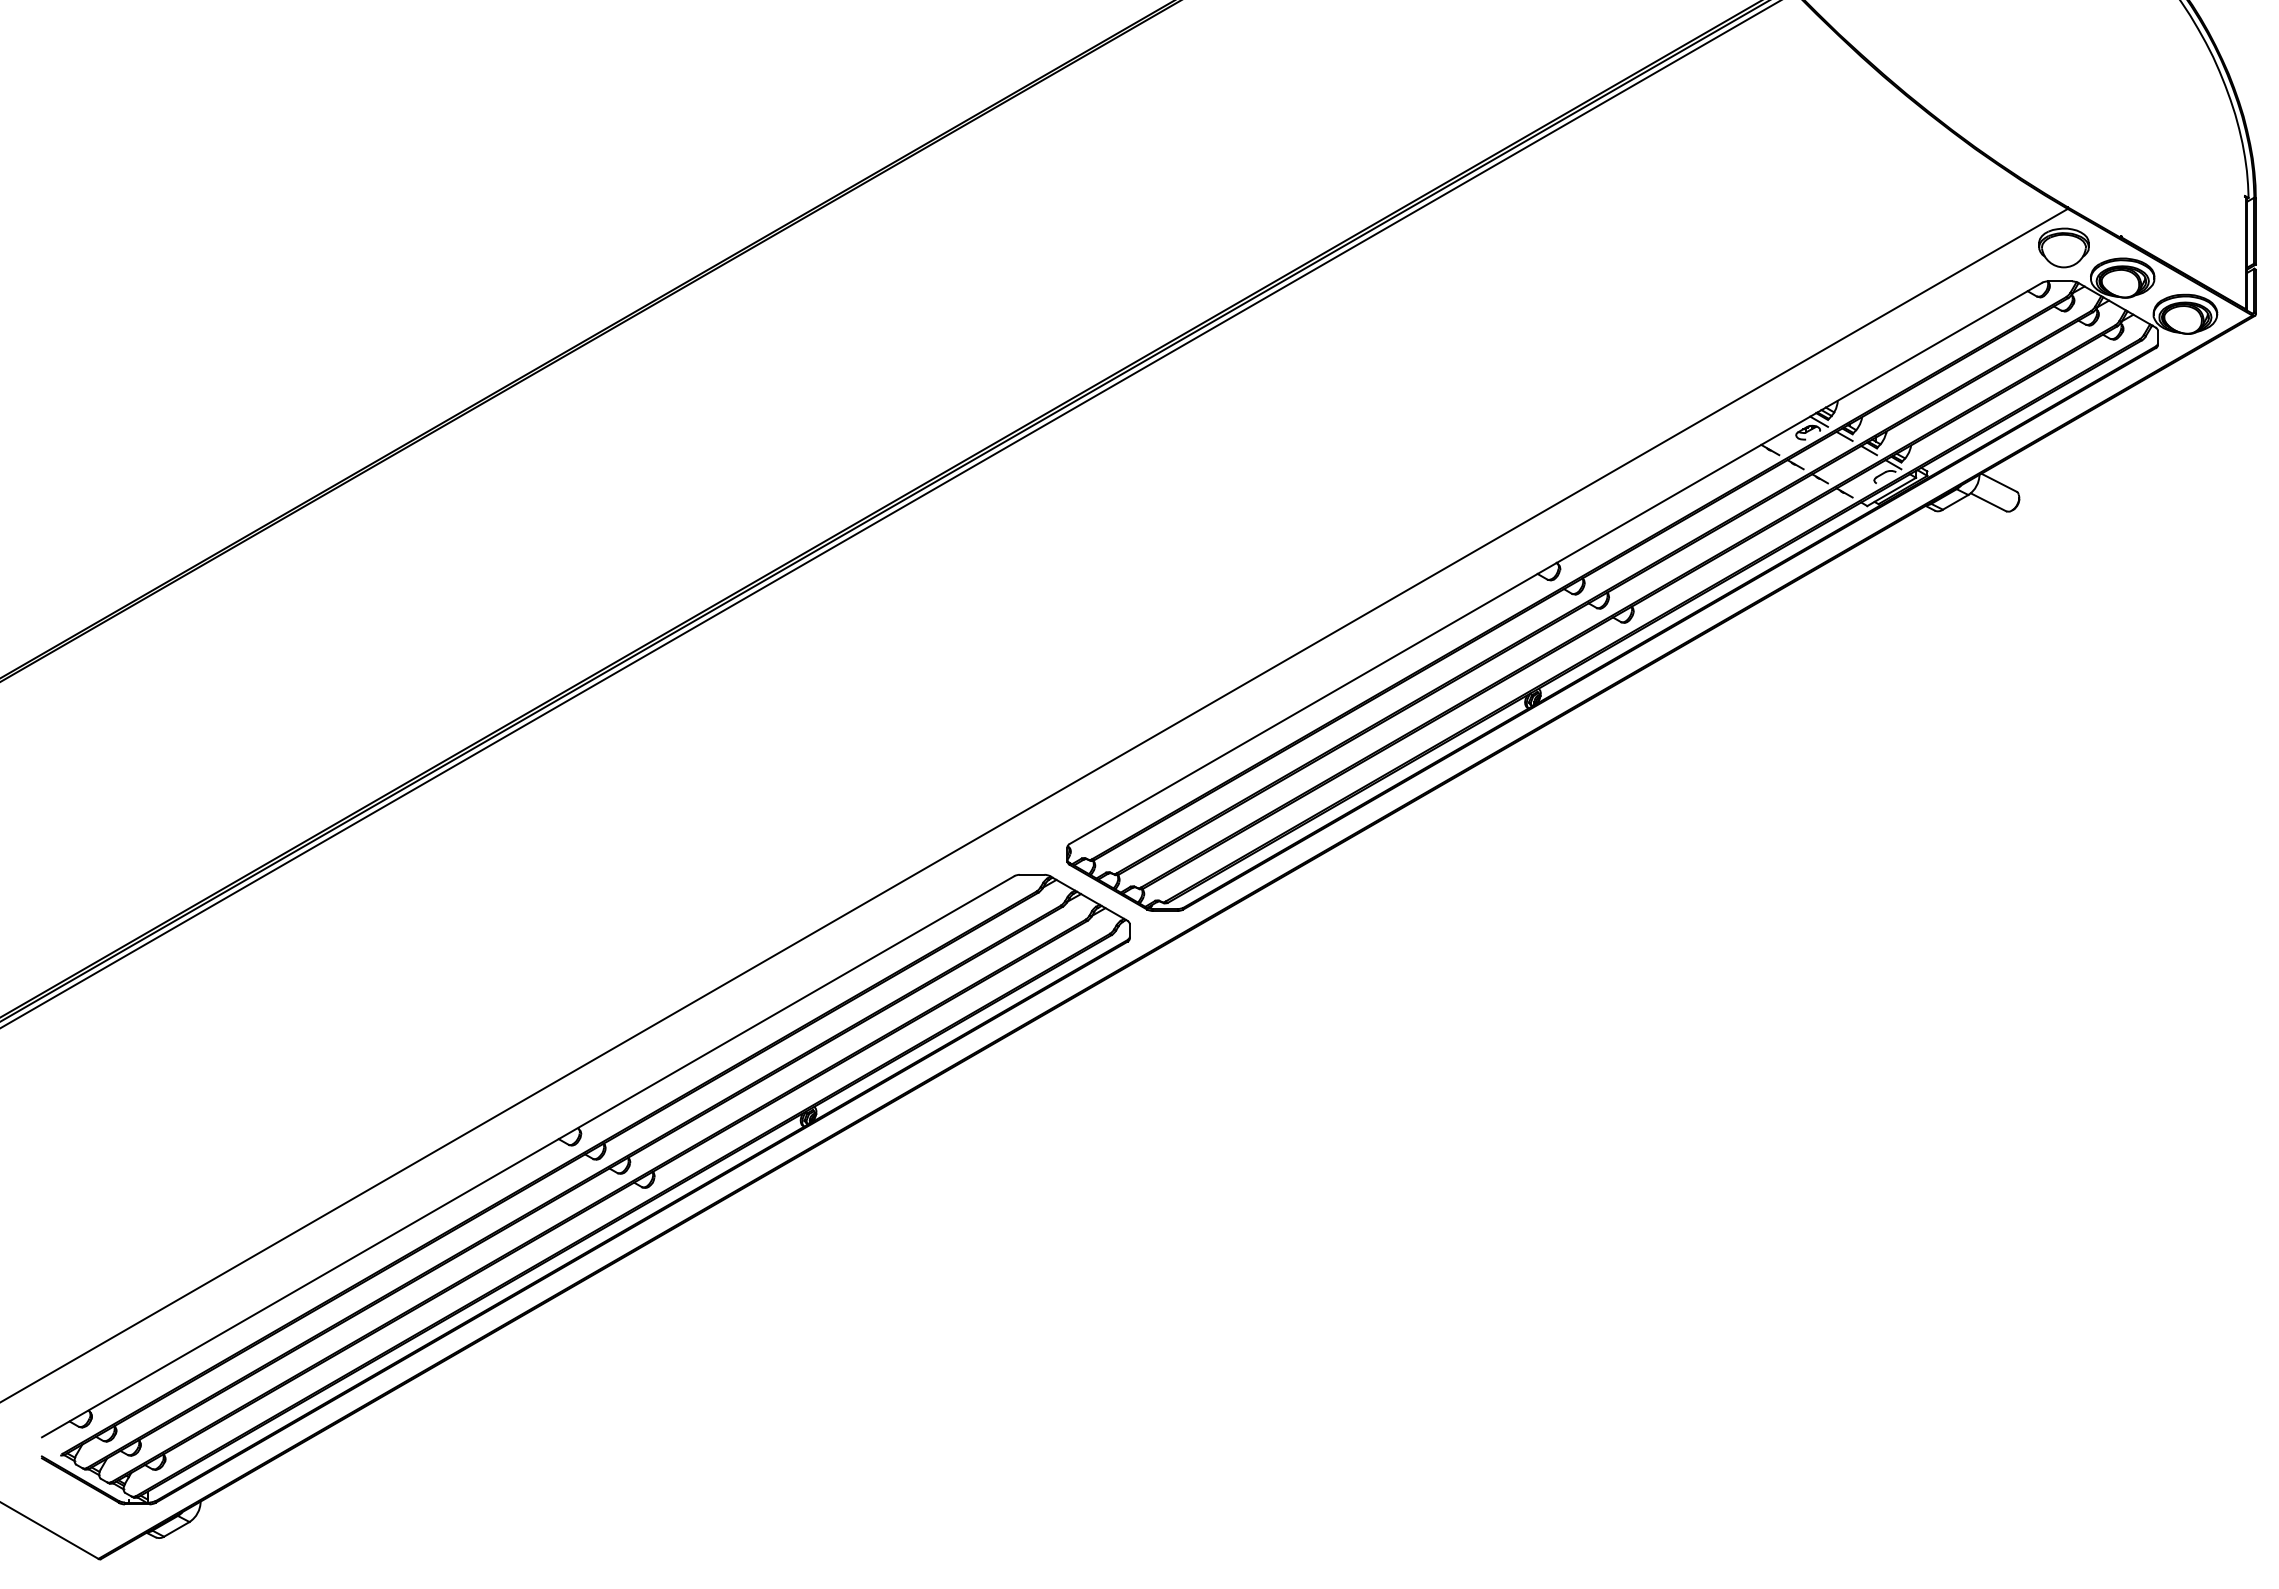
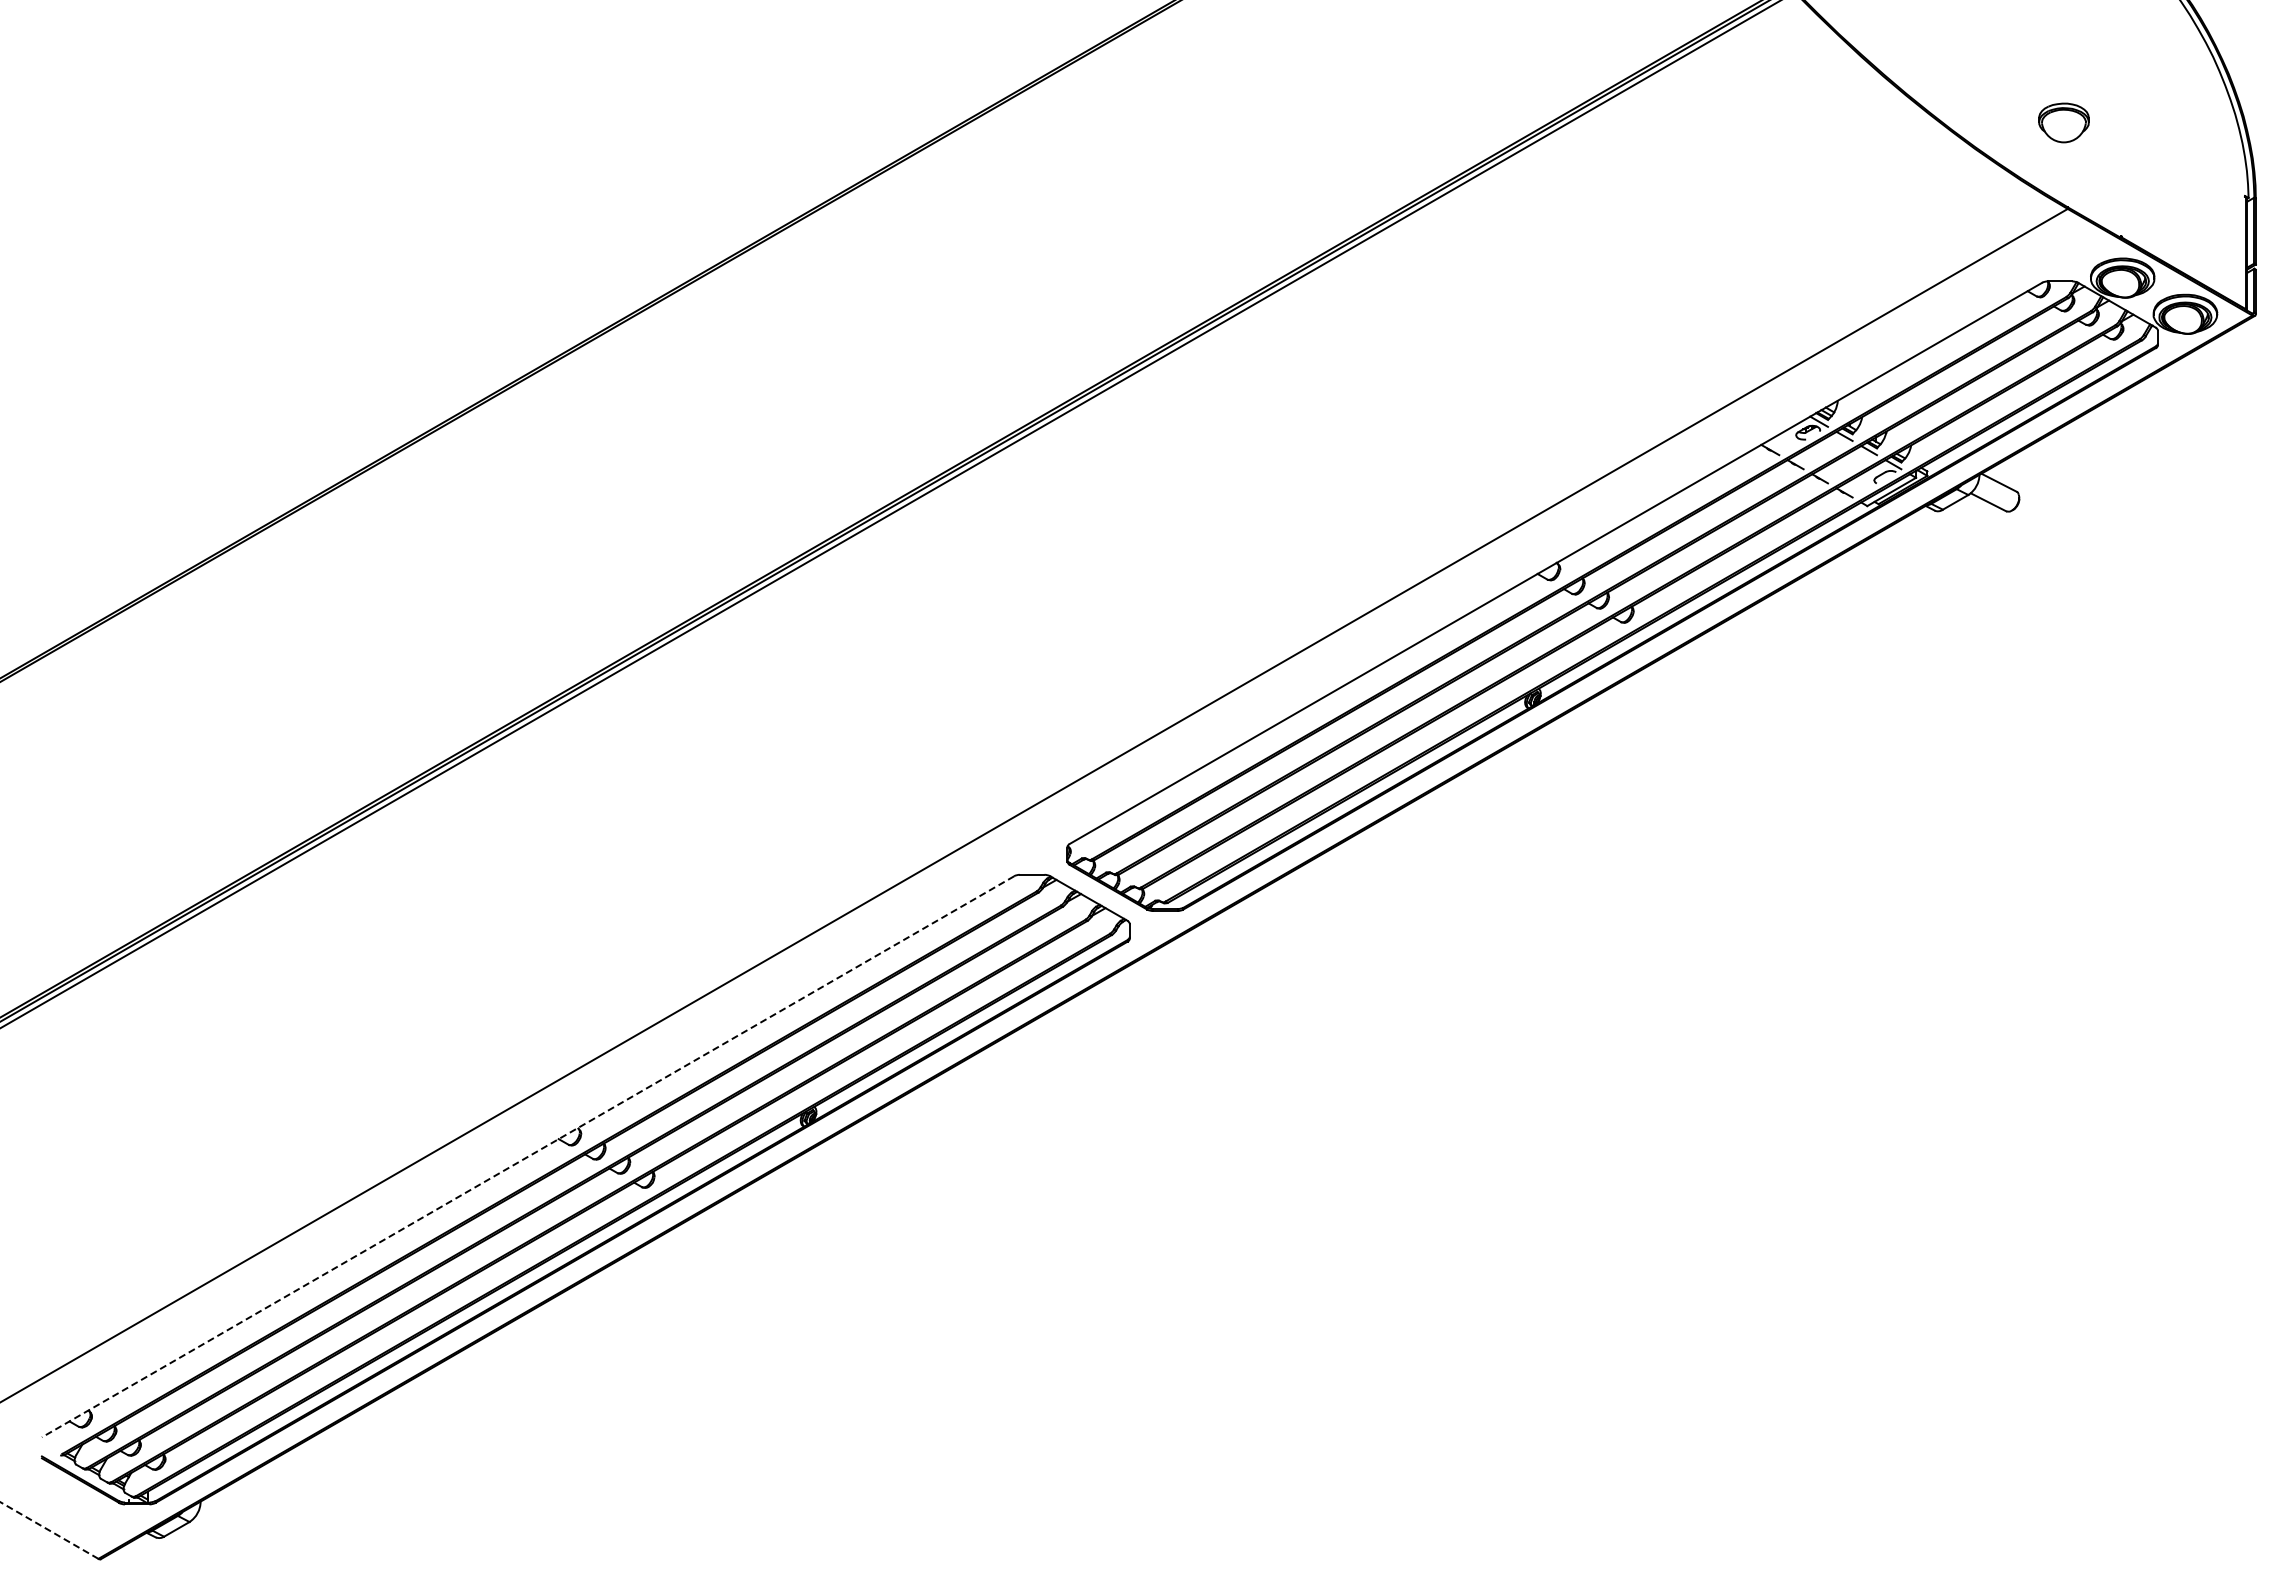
part at (2063, 247) position: (2063, 247) -> (2063, 122)
line at (527, 1157): solid -> dashed
line at (49, 1530): solid -> dashed
